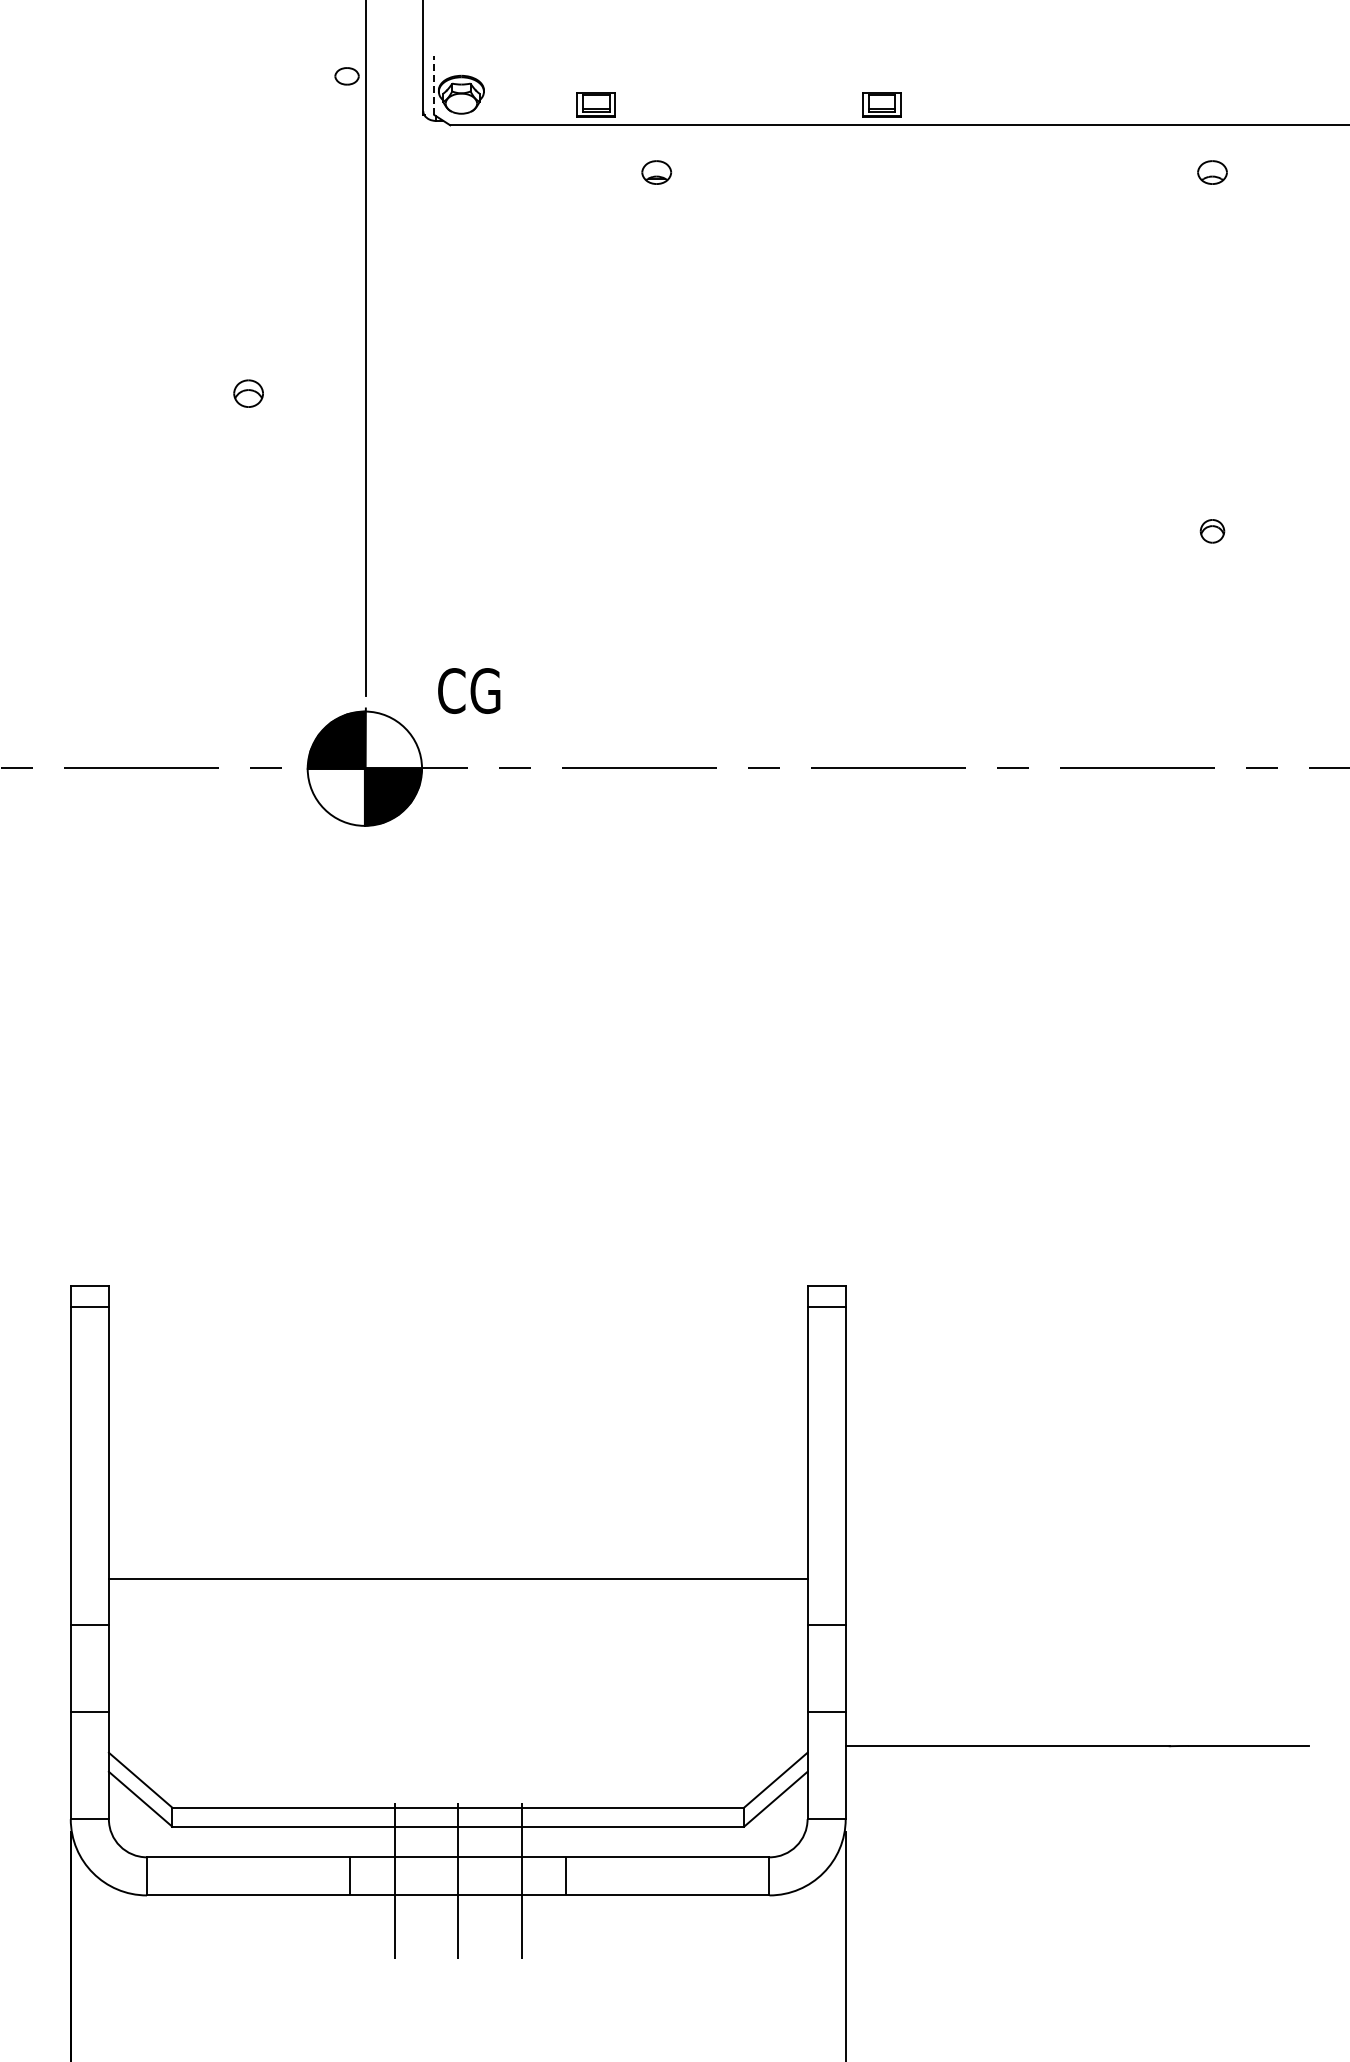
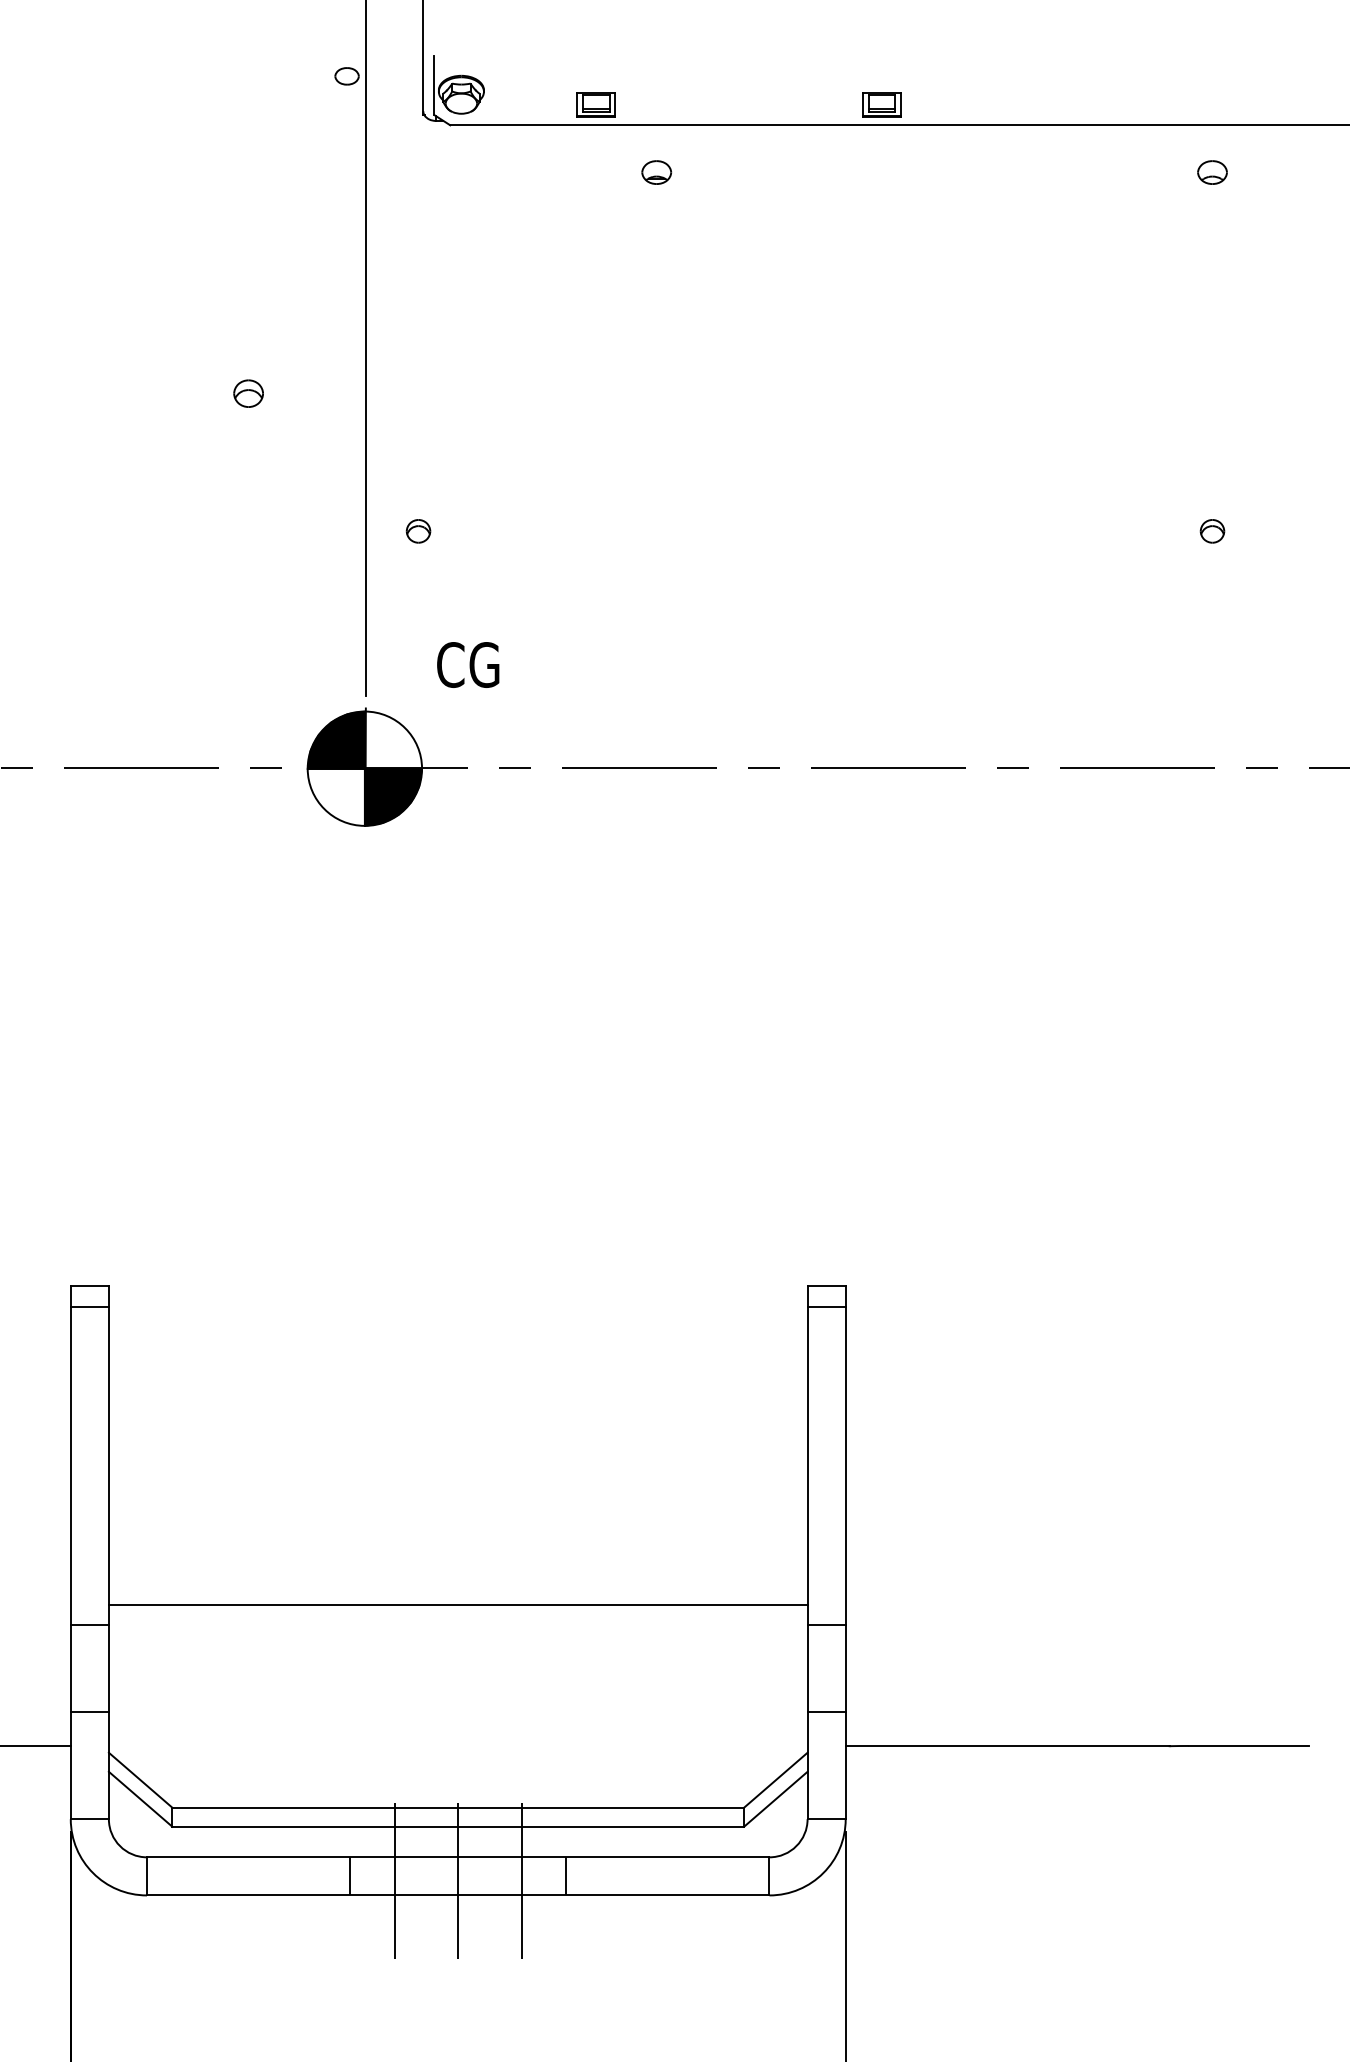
line at (434, 85): dashed -> solid
part at (418, 531): none -> present
text at (469, 690) position: (469, 690) -> (468, 664)
line at (457, 1579) position: (457, 1579) -> (457, 1605)
line at (36, 1746): none -> present
